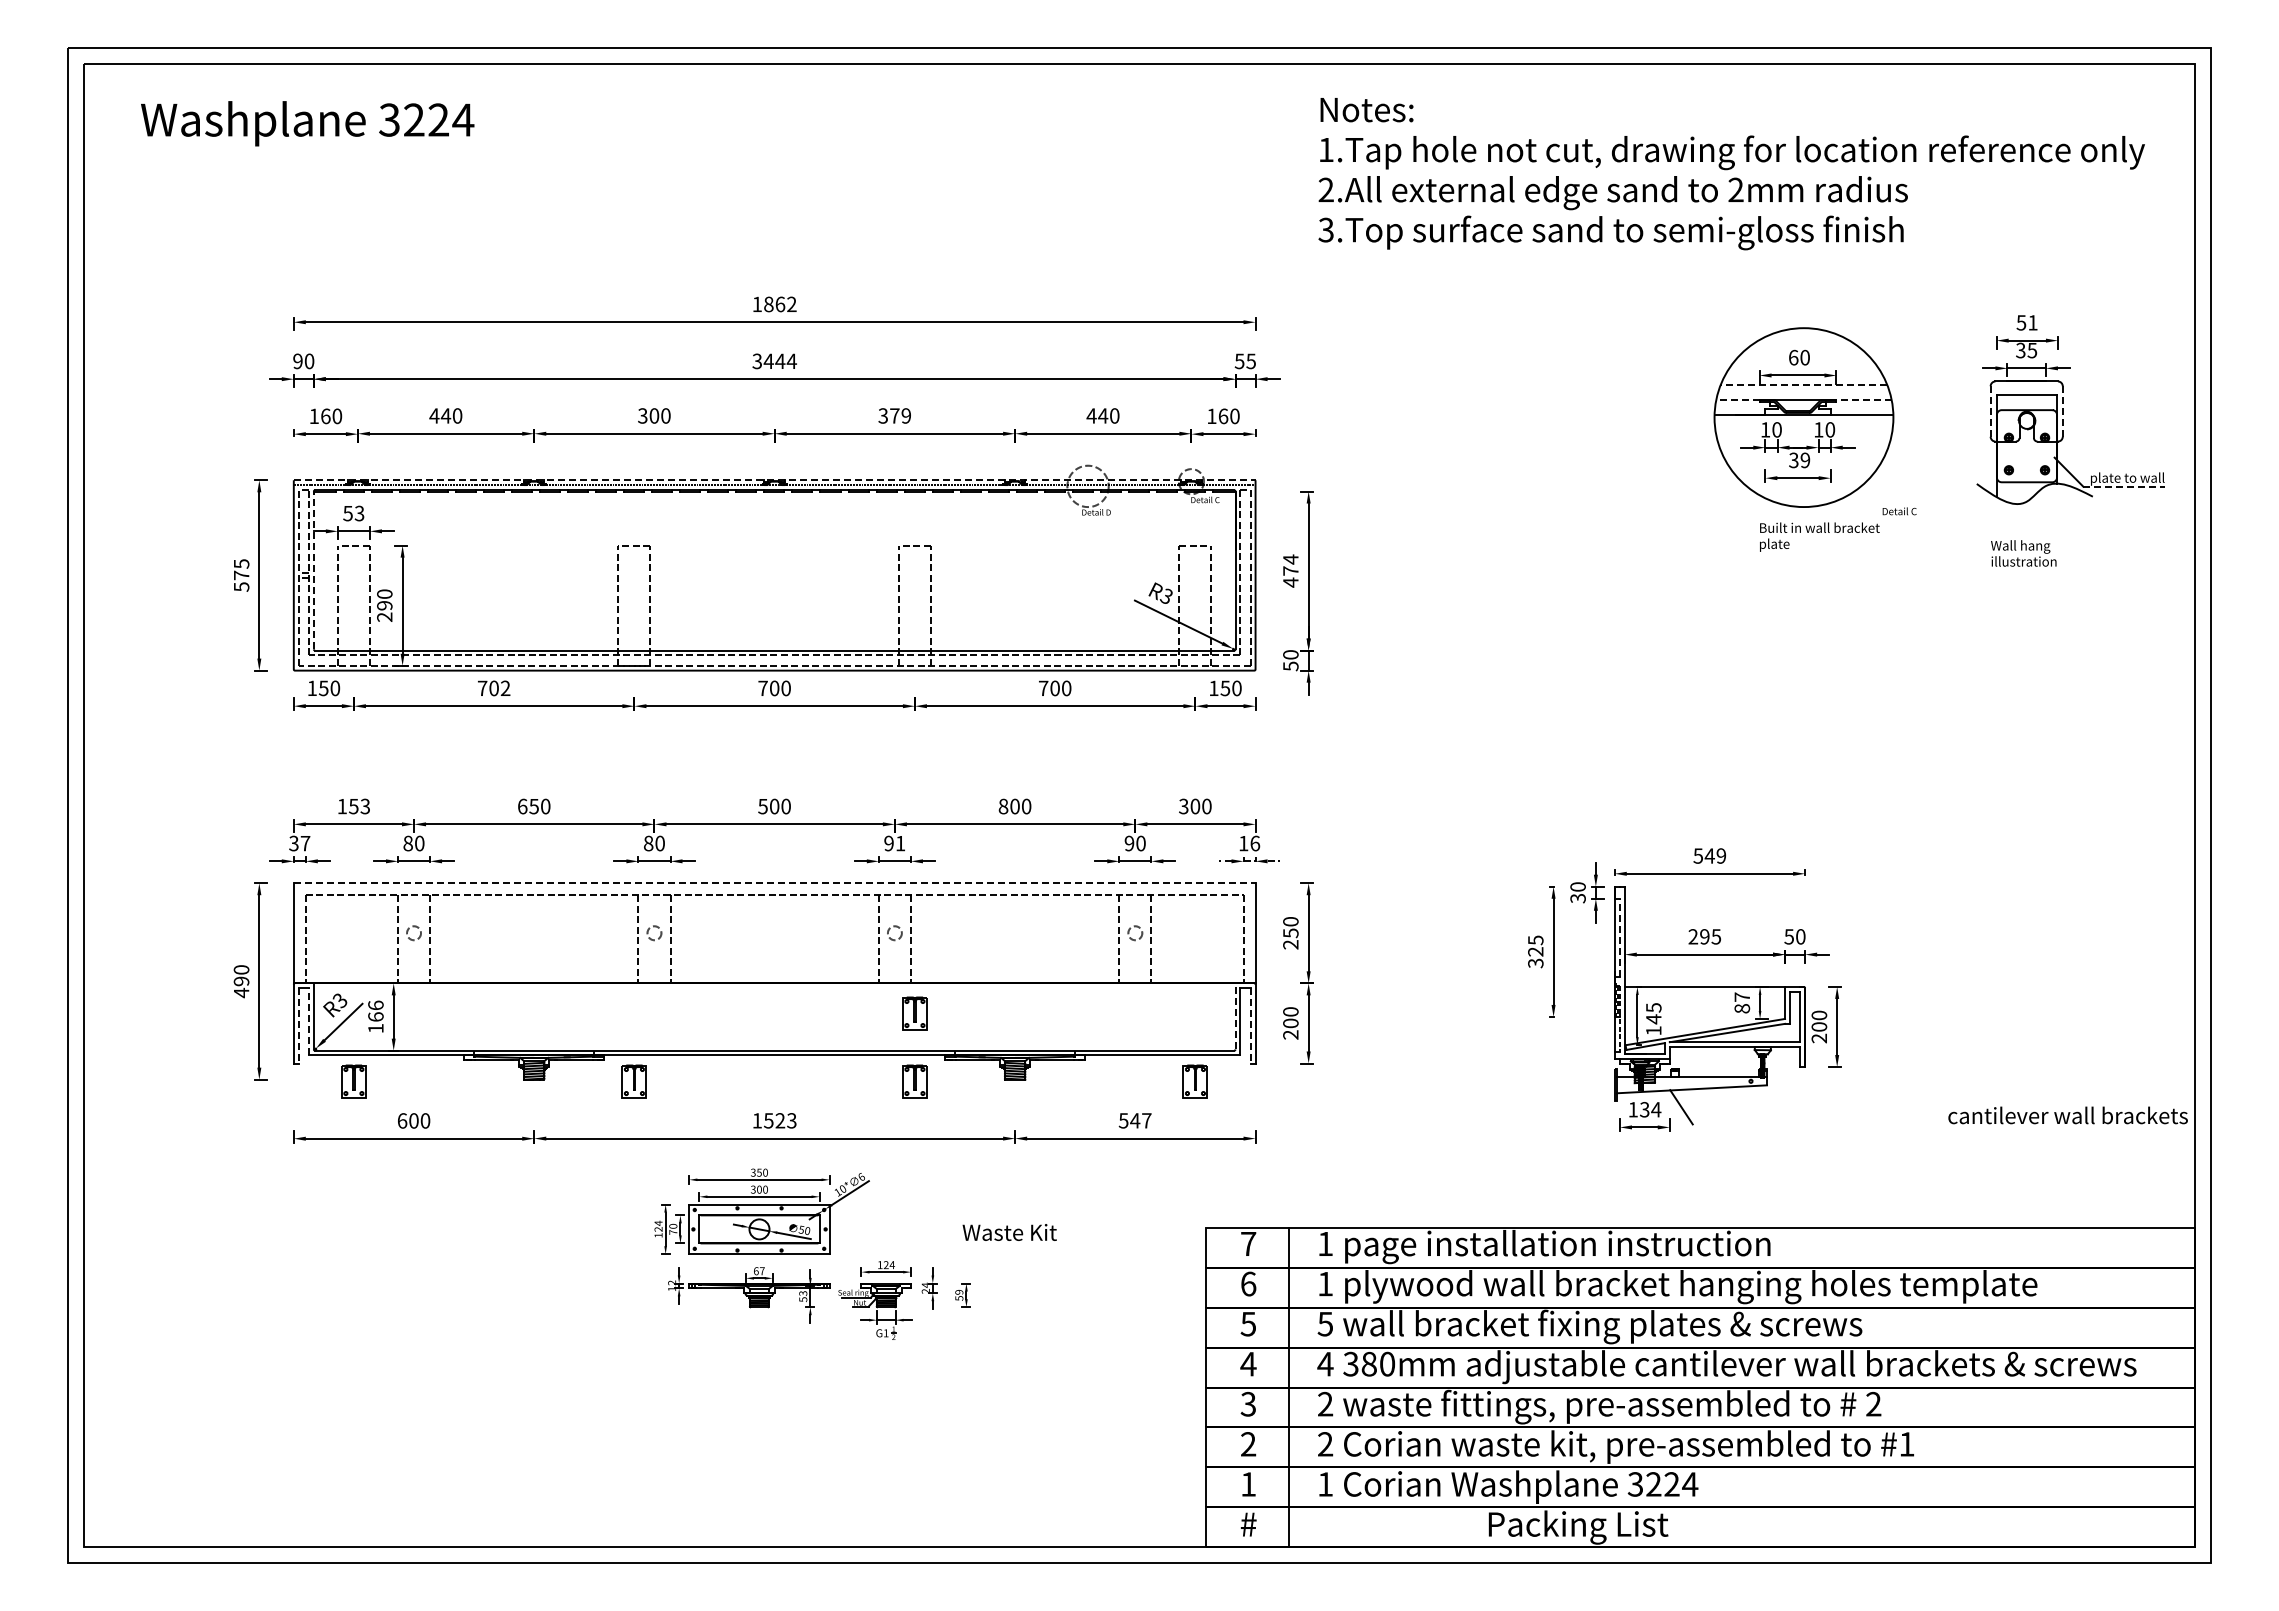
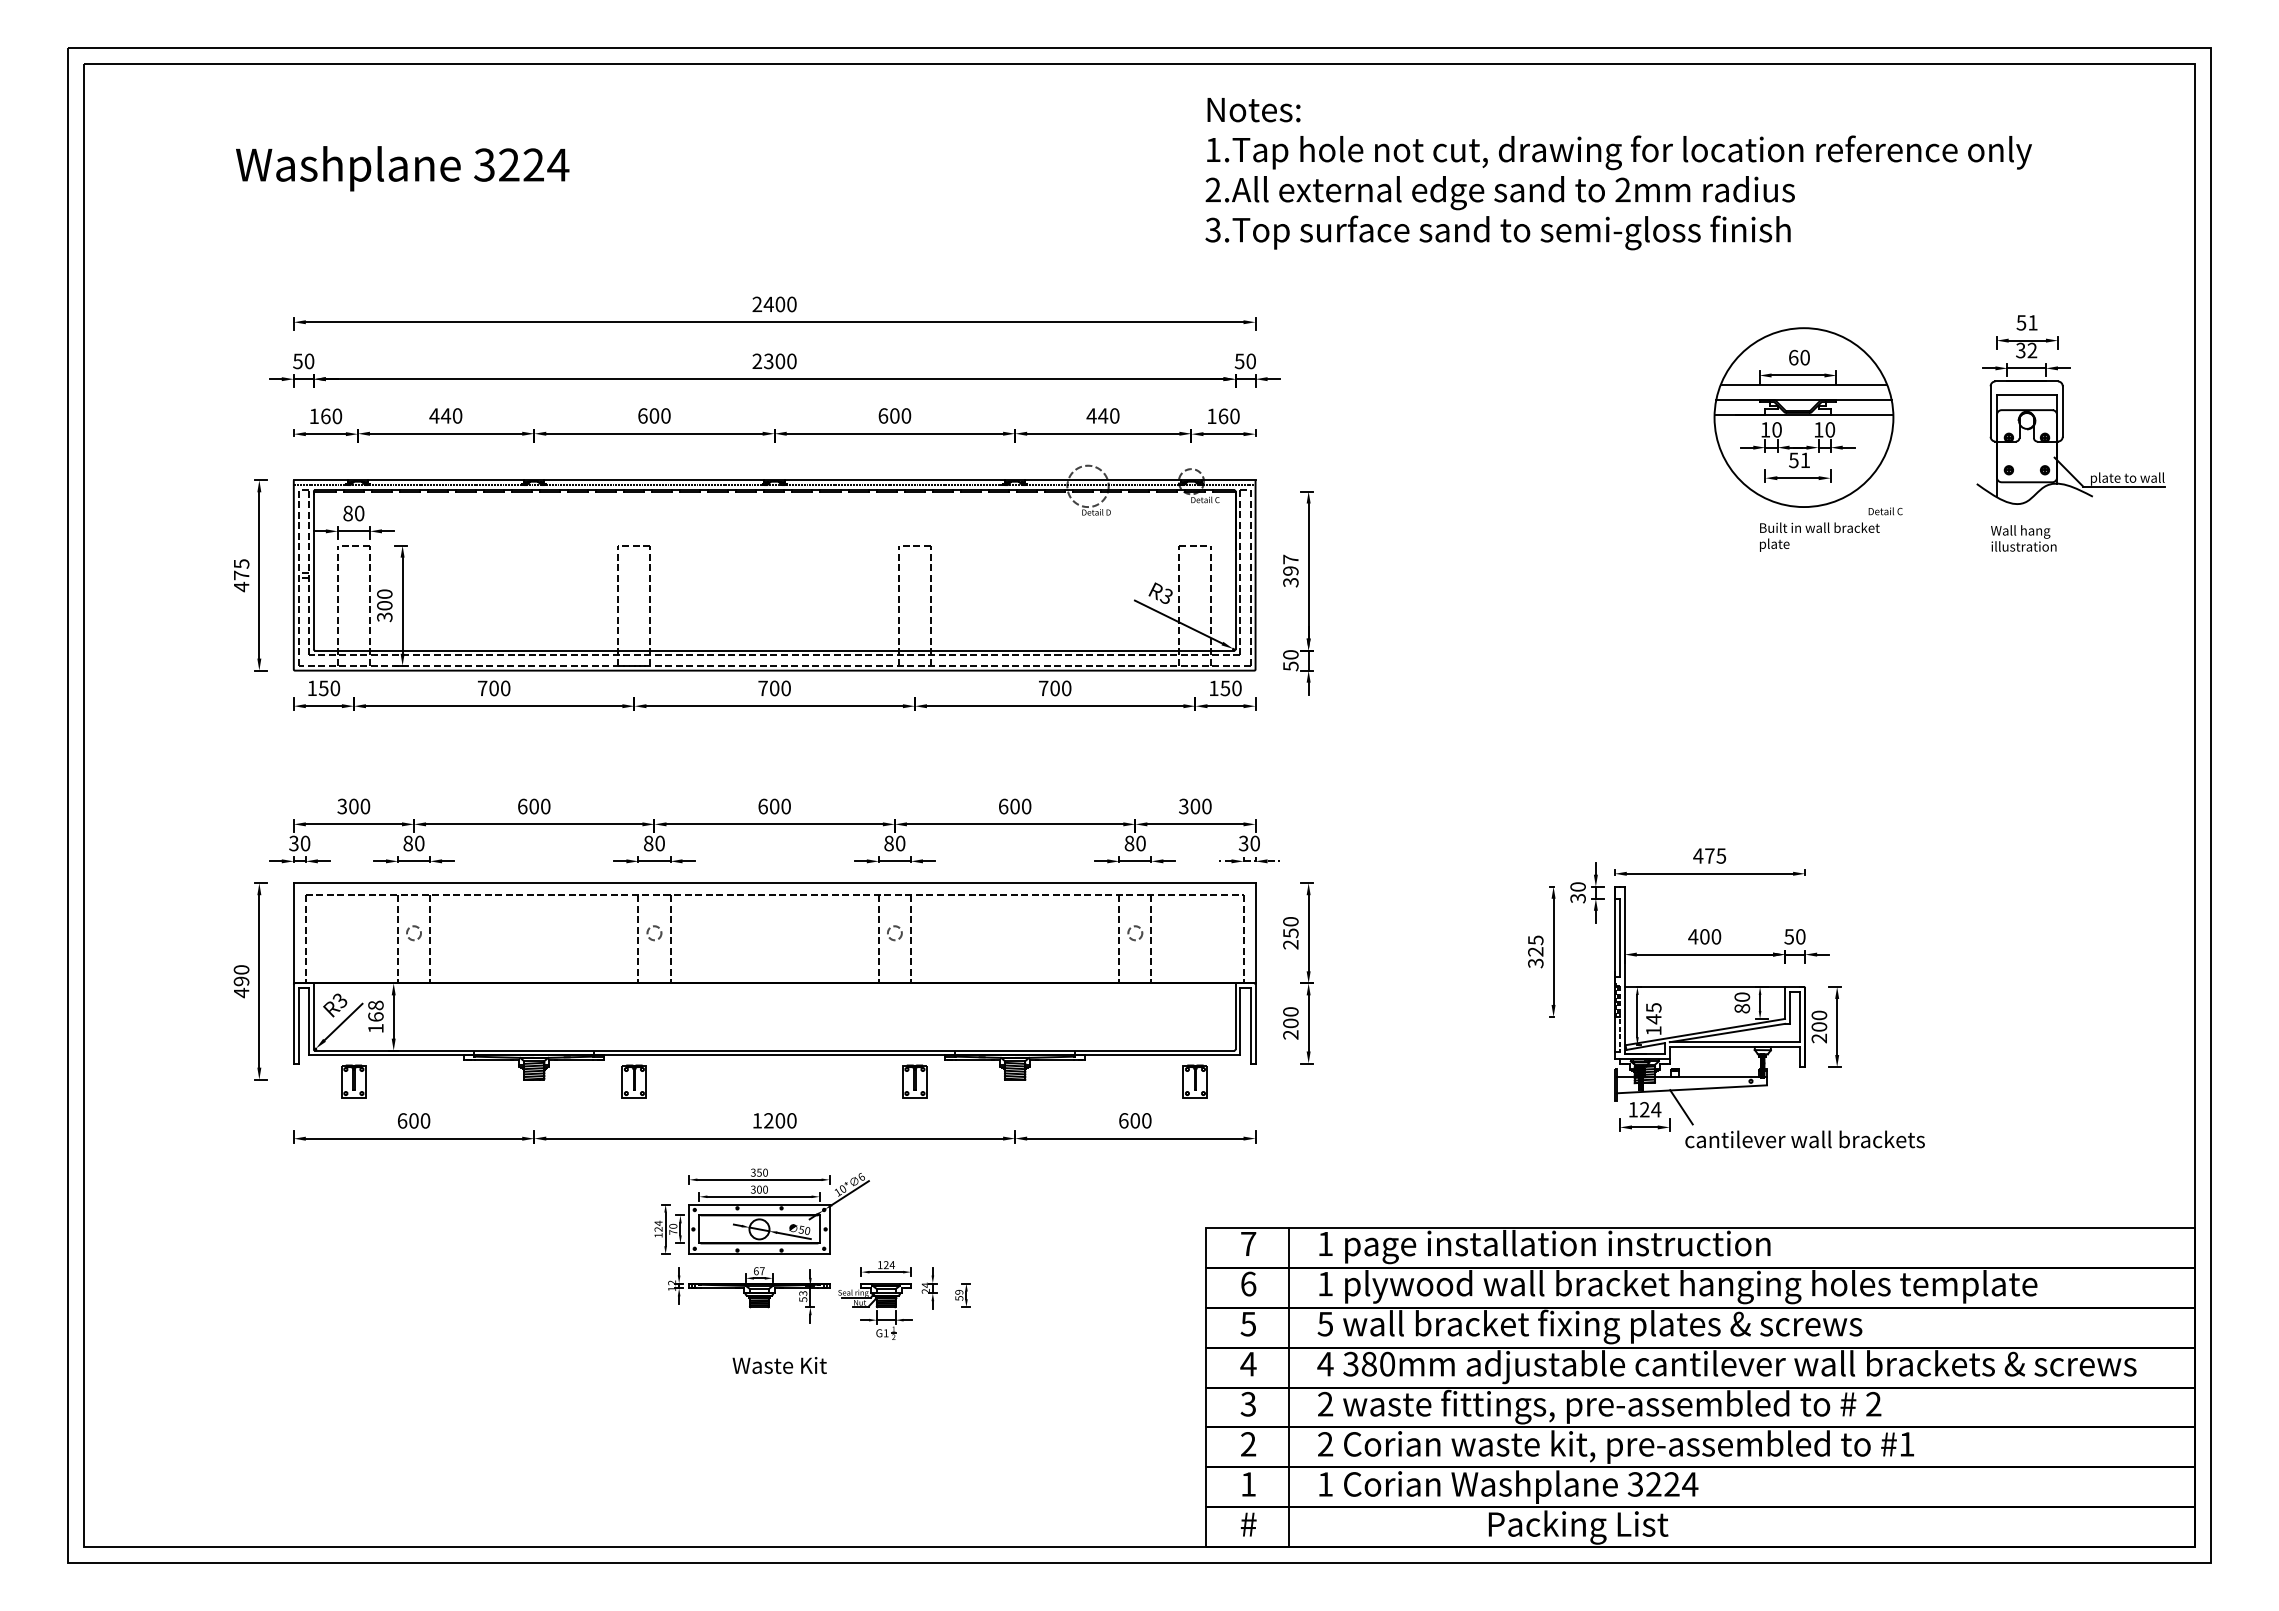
text at (307, 123) position: (307, 123) -> (402, 168)
text at (1731, 174) position: (1731, 174) -> (1618, 174)
text at (774, 304): 1862 -> 2400
text at (2032, 350): 35 -> 32
text at (297, 361): 90 -> 50
text at (774, 361): 3444 -> 2300
text at (1250, 361): 55 -> 50
line at (1803, 384): dashed -> solid
line at (1737, 400): dashed -> solid
line at (1864, 400): dashed -> solid
line at (2062, 411): dashed -> solid
line at (1990, 412): dashed -> solid
text at (642, 415): 300 -> 600
text at (894, 415): 379 -> 600
text at (1799, 460): 39 -> 51
line at (774, 480): dashed -> solid
line at (2124, 486): dashed -> solid
text at (1899, 511) position: (1899, 511) -> (1885, 511)
text at (353, 513): 53 -> 80
text at (2023, 553) position: (2023, 553) -> (2023, 538)
line at (313, 570): dashed -> solid
text at (1290, 570): 474 -> 397
text at (241, 586): 575 -> 475
text at (384, 611): 290 -> 300
text at (505, 688): 702 -> 700
text at (353, 806): 153 -> 300
text at (533, 806): 650 -> 600
text at (762, 806): 500 -> 600
text at (1003, 806): 800 -> 600
text at (305, 843): 37 -> 30
text at (894, 843): 91 -> 80
text at (1129, 843): 90 -> 80
text at (1249, 843): 16 -> 30
text at (1709, 855): 549 -> 475
line at (774, 883): dashed -> solid
text at (1704, 936): 295 -> 400
line at (1619, 937): dashed -> solid
text at (1742, 996): 87 -> 80
text at (375, 1005): 166 -> 168
part at (914, 1013): present -> none
line at (1235, 1015): dashed -> solid
line at (309, 1021): dashed -> solid
line at (298, 1025): dashed -> solid
line at (1250, 1025): dashed -> solid
text at (1644, 1109): 134 -> 124
text at (2067, 1115) position: (2067, 1115) -> (1804, 1139)
text at (780, 1120): 1523 -> 1200
text at (1134, 1120): 547 -> 600
text at (1009, 1232) position: (1009, 1232) -> (779, 1365)
